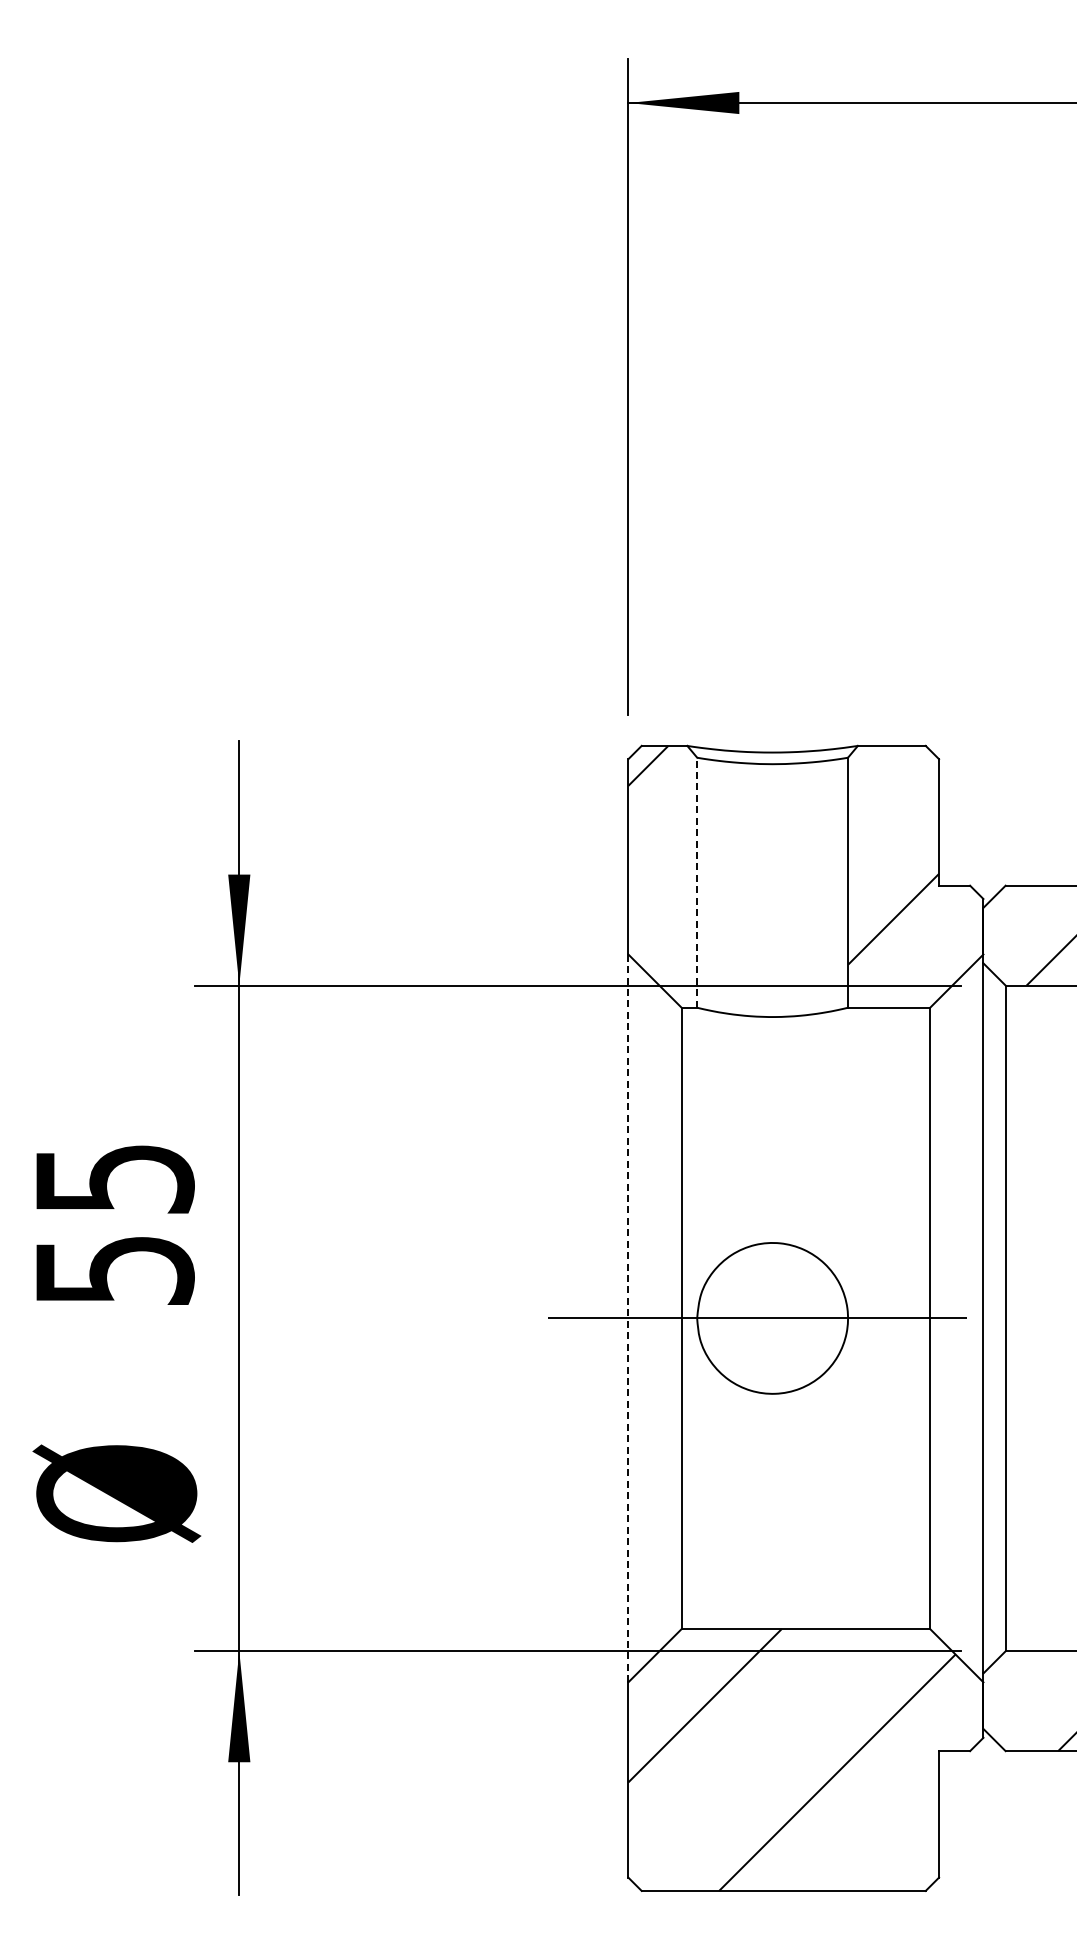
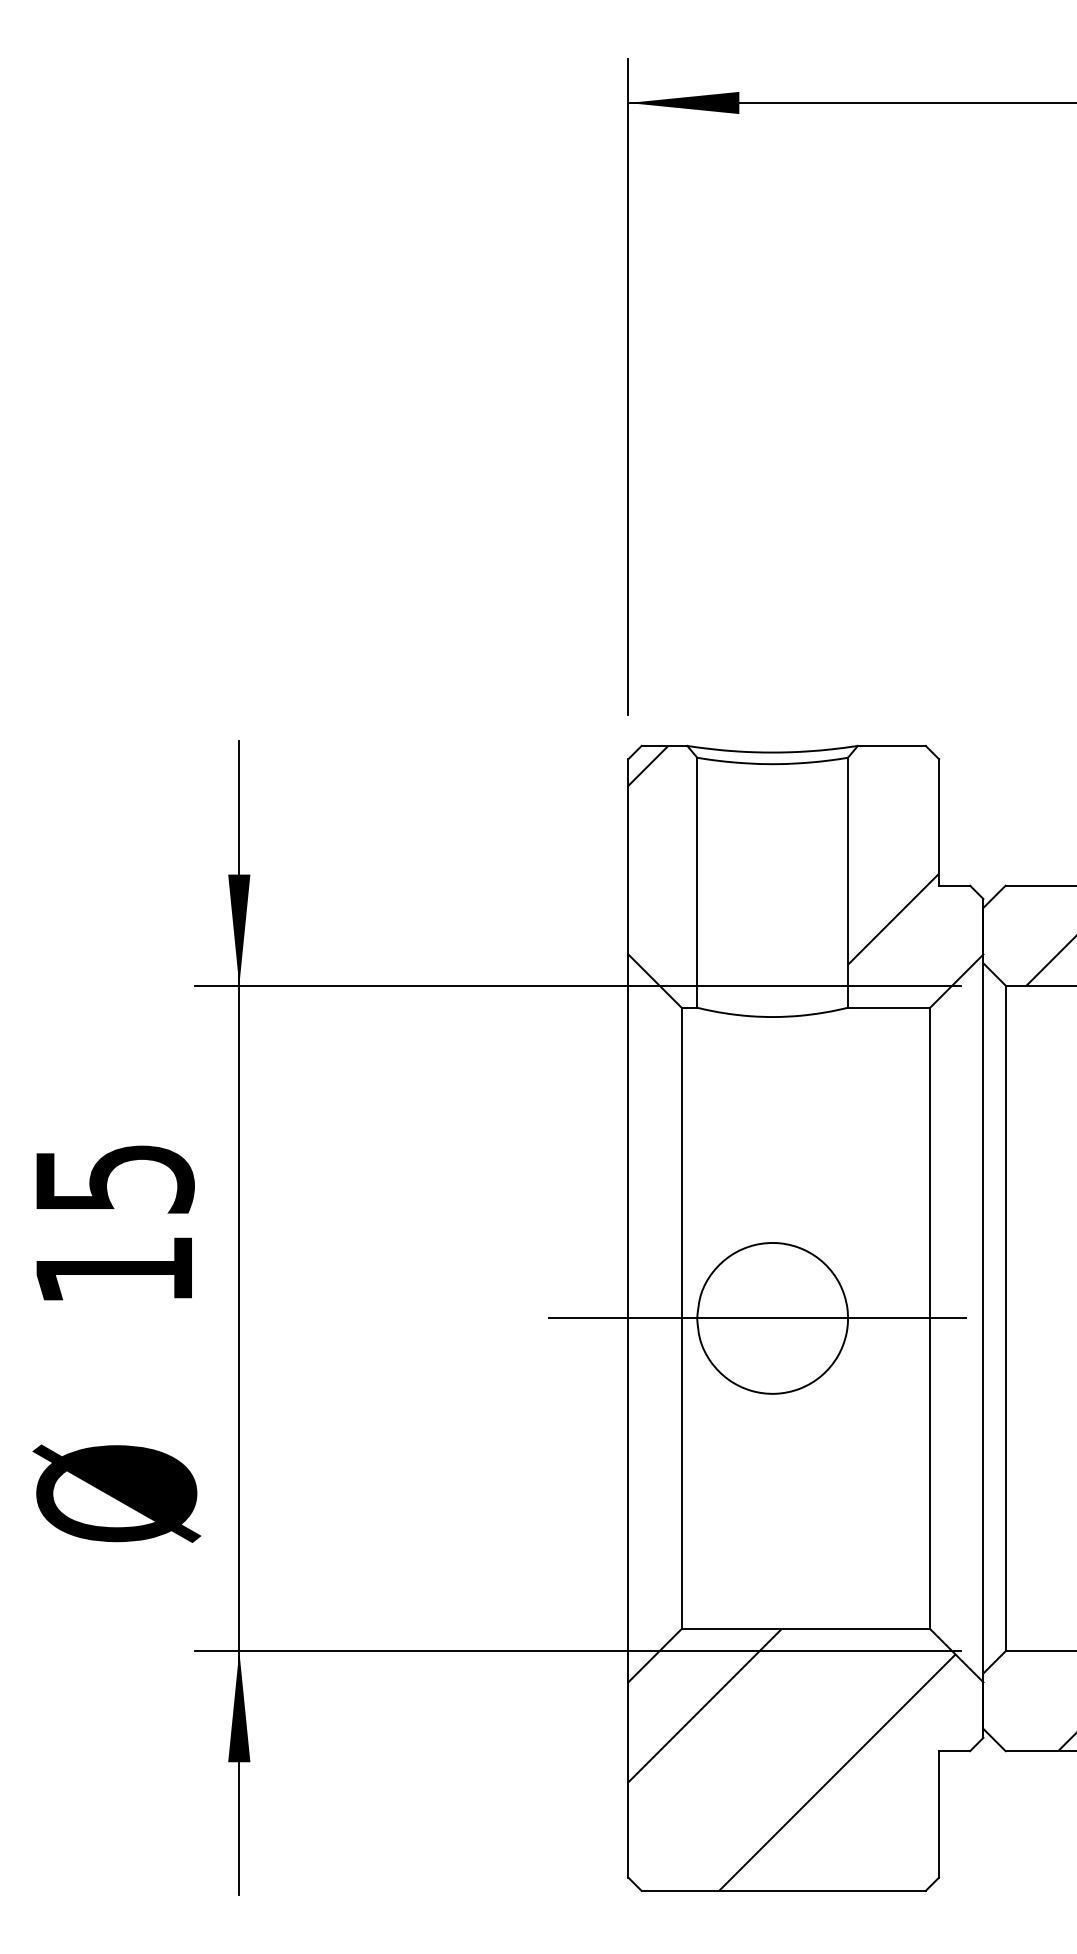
line at (697, 882): dashed -> solid
text at (115, 1270): 55 -> 15
line at (628, 1318): dashed -> solid
